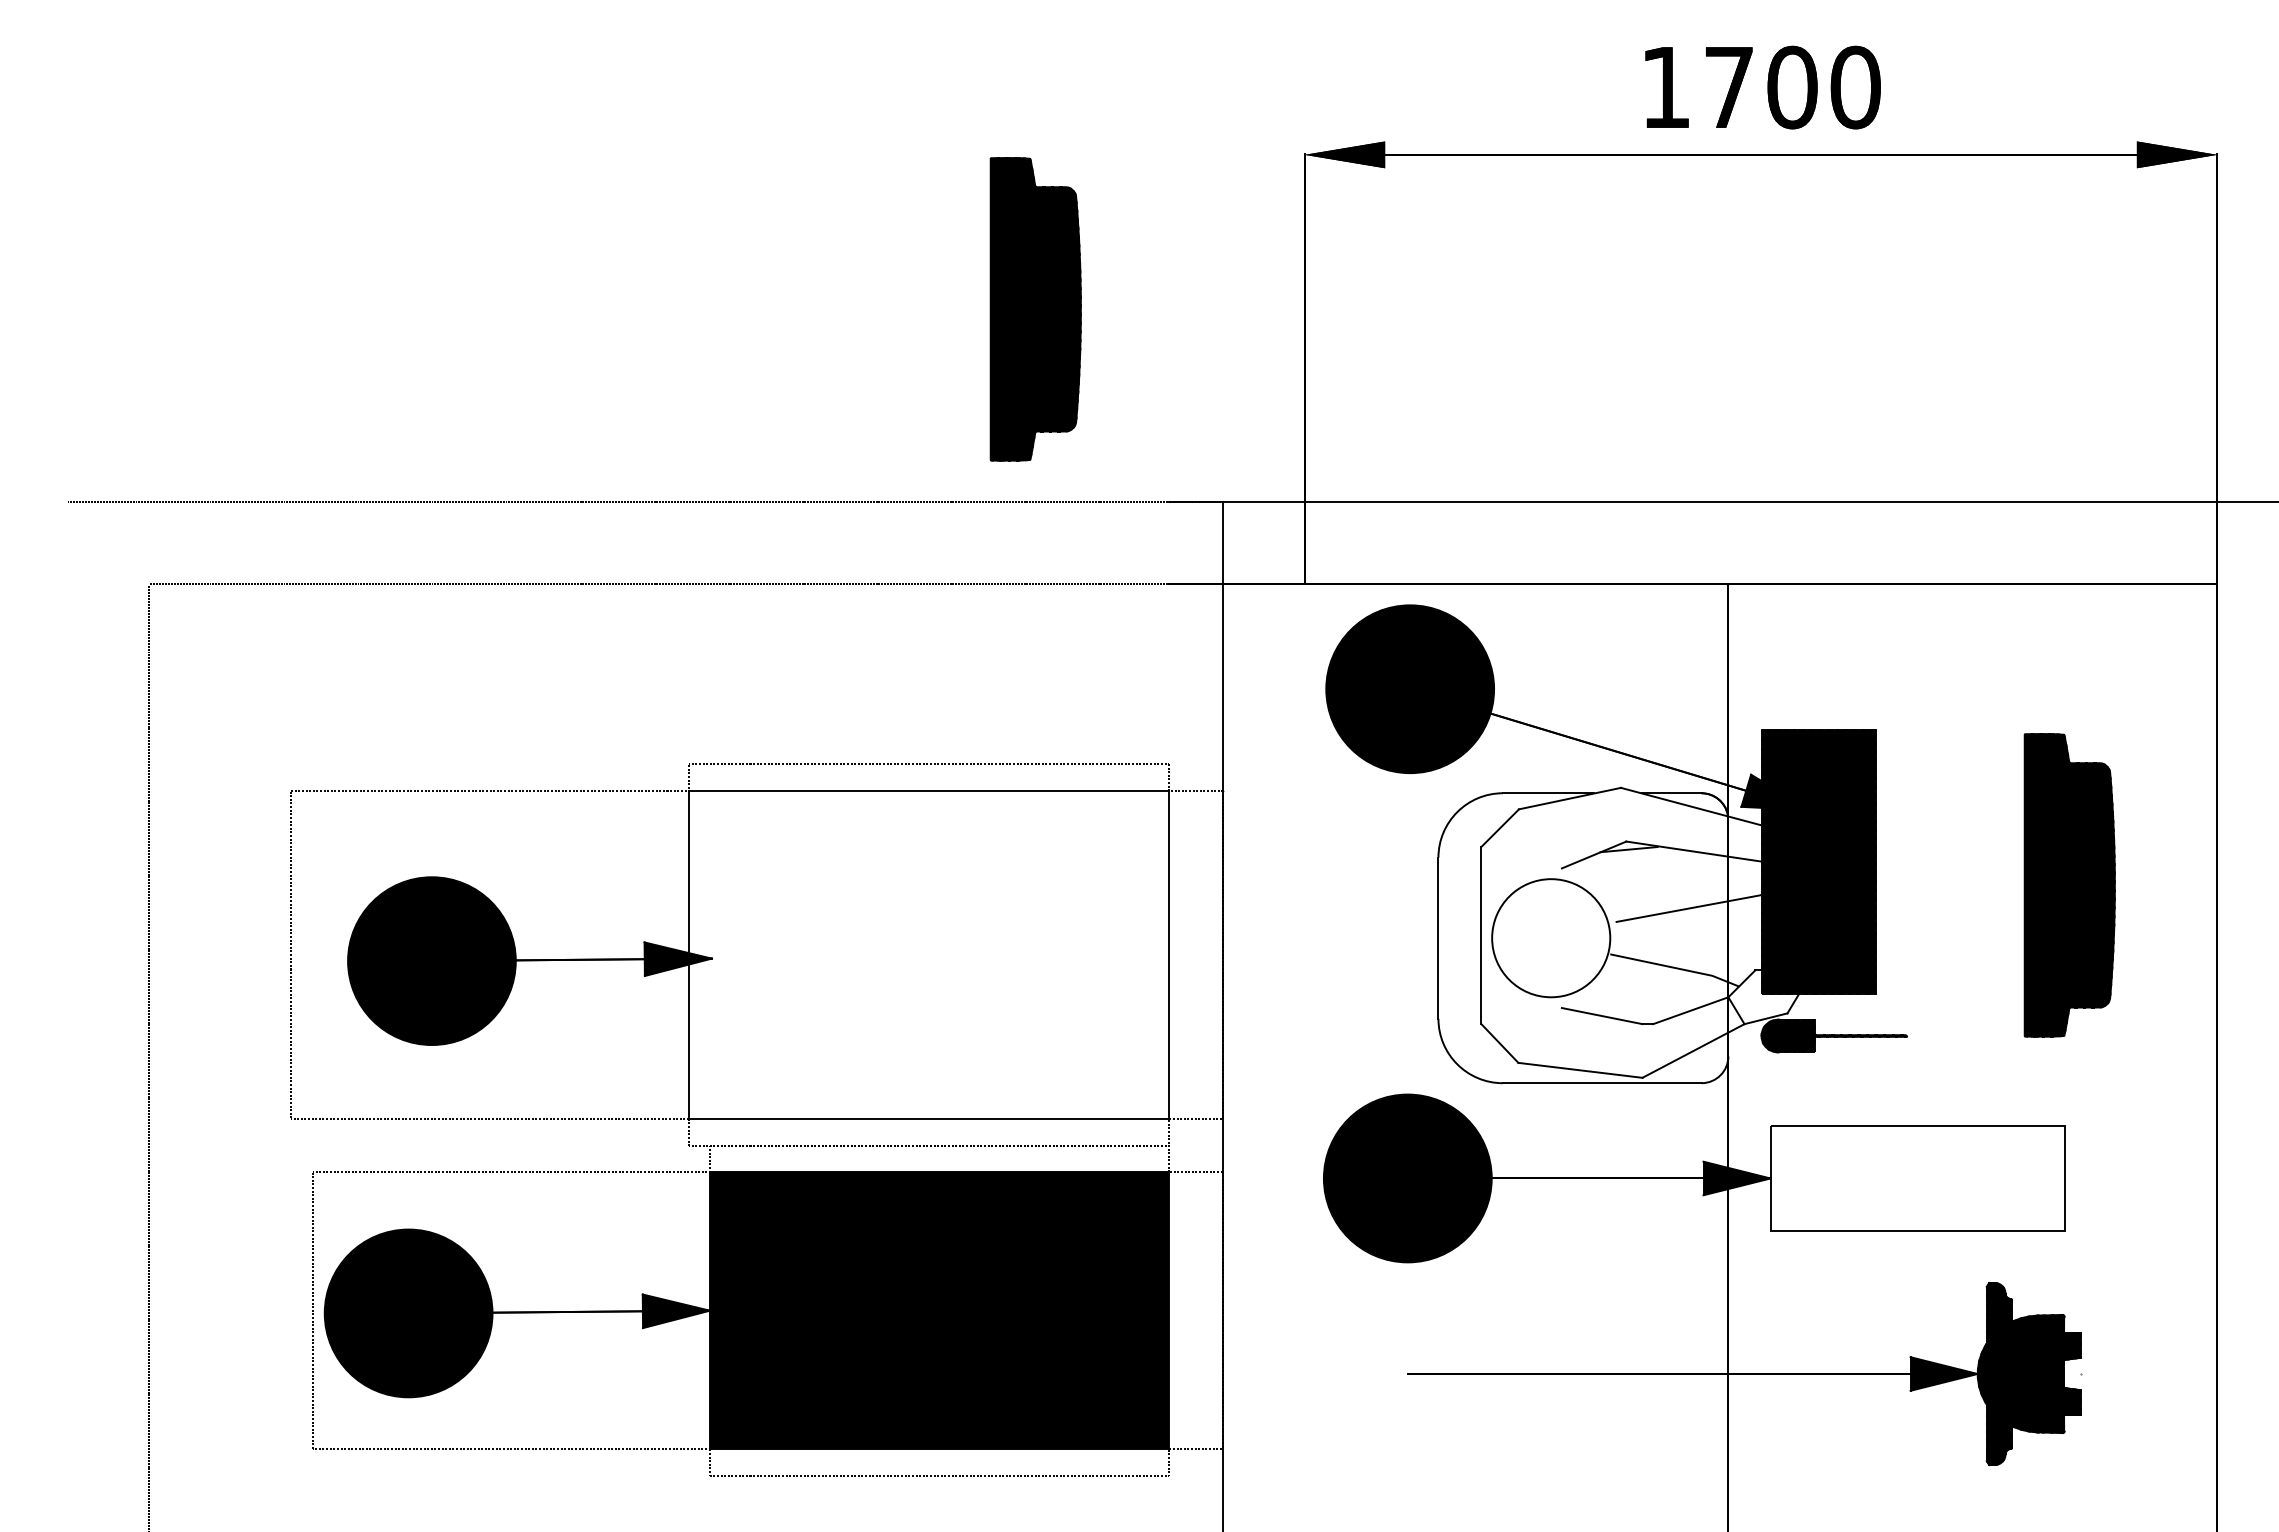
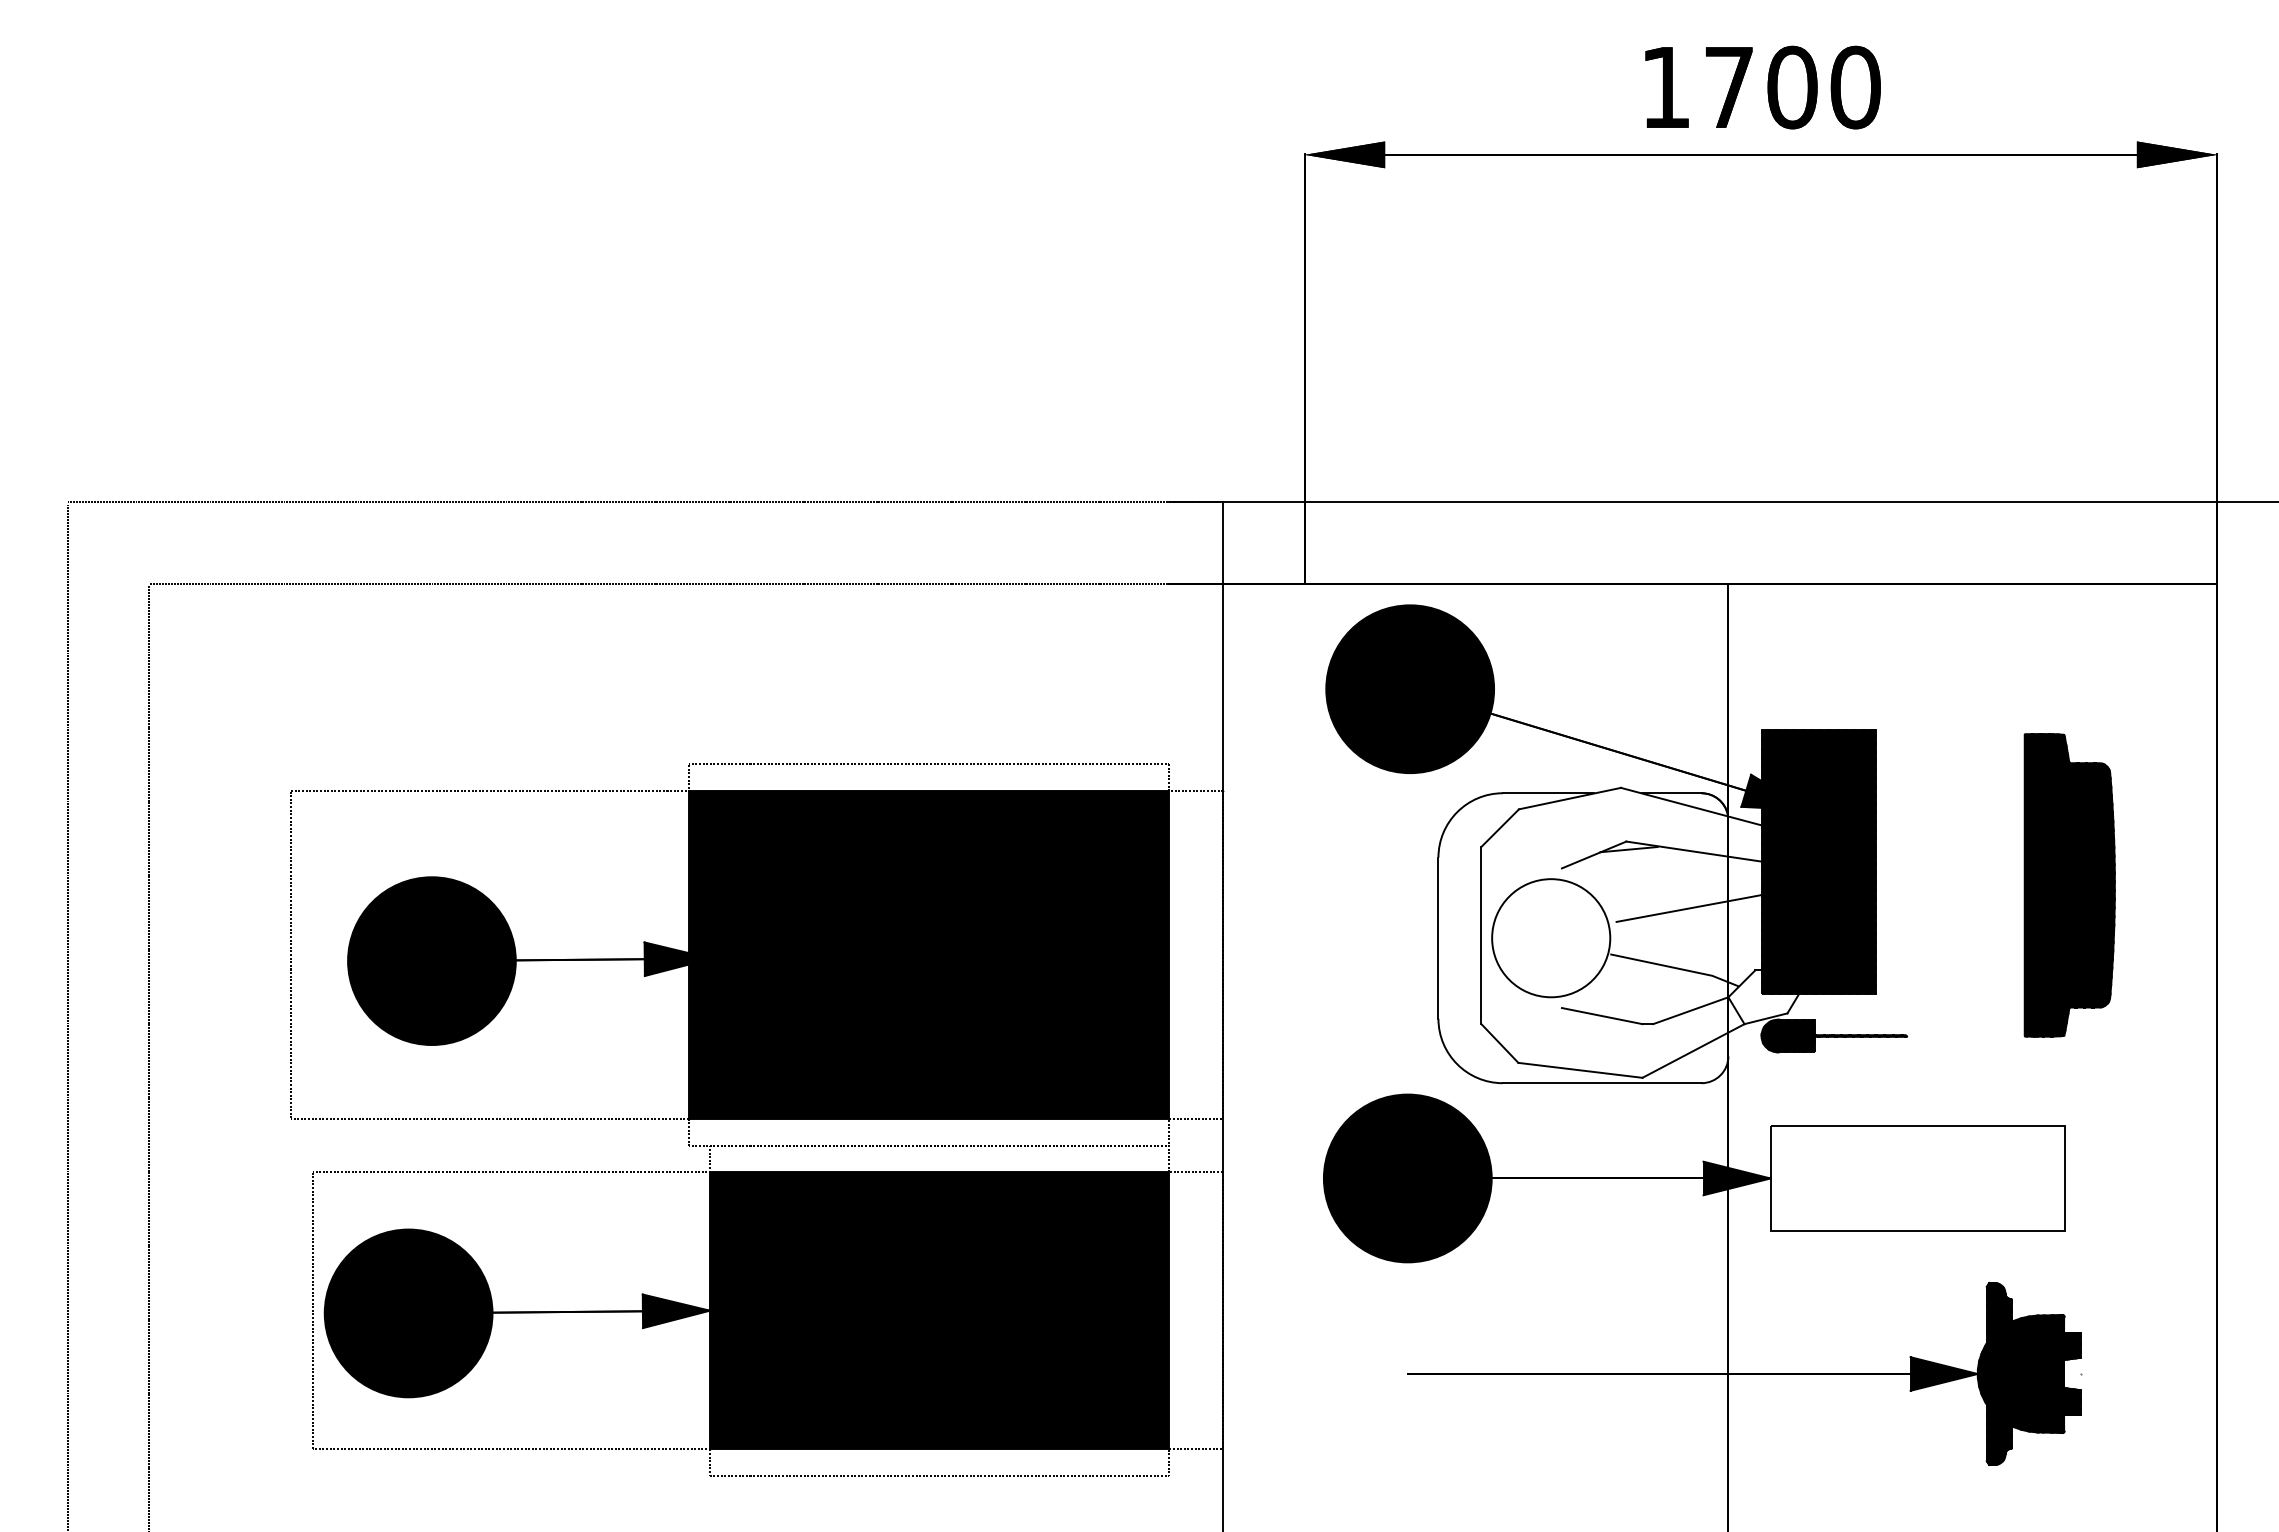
part at (1035, 309): present -> none
fill at (928, 954): none -> present
line at (68, 1016): none -> present
